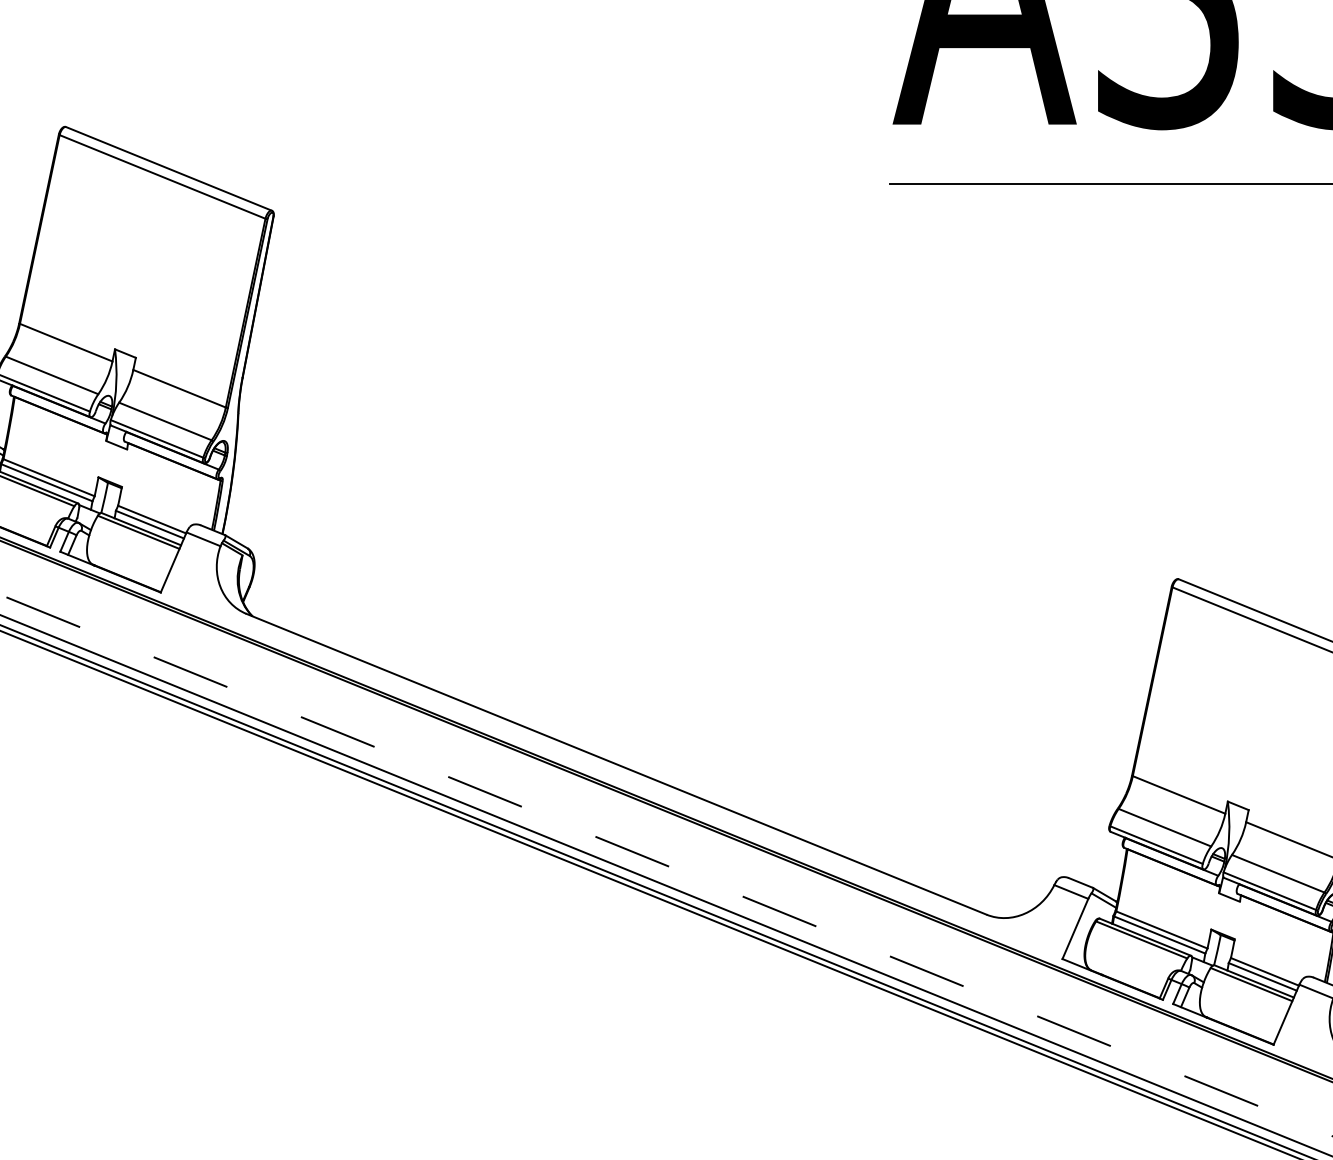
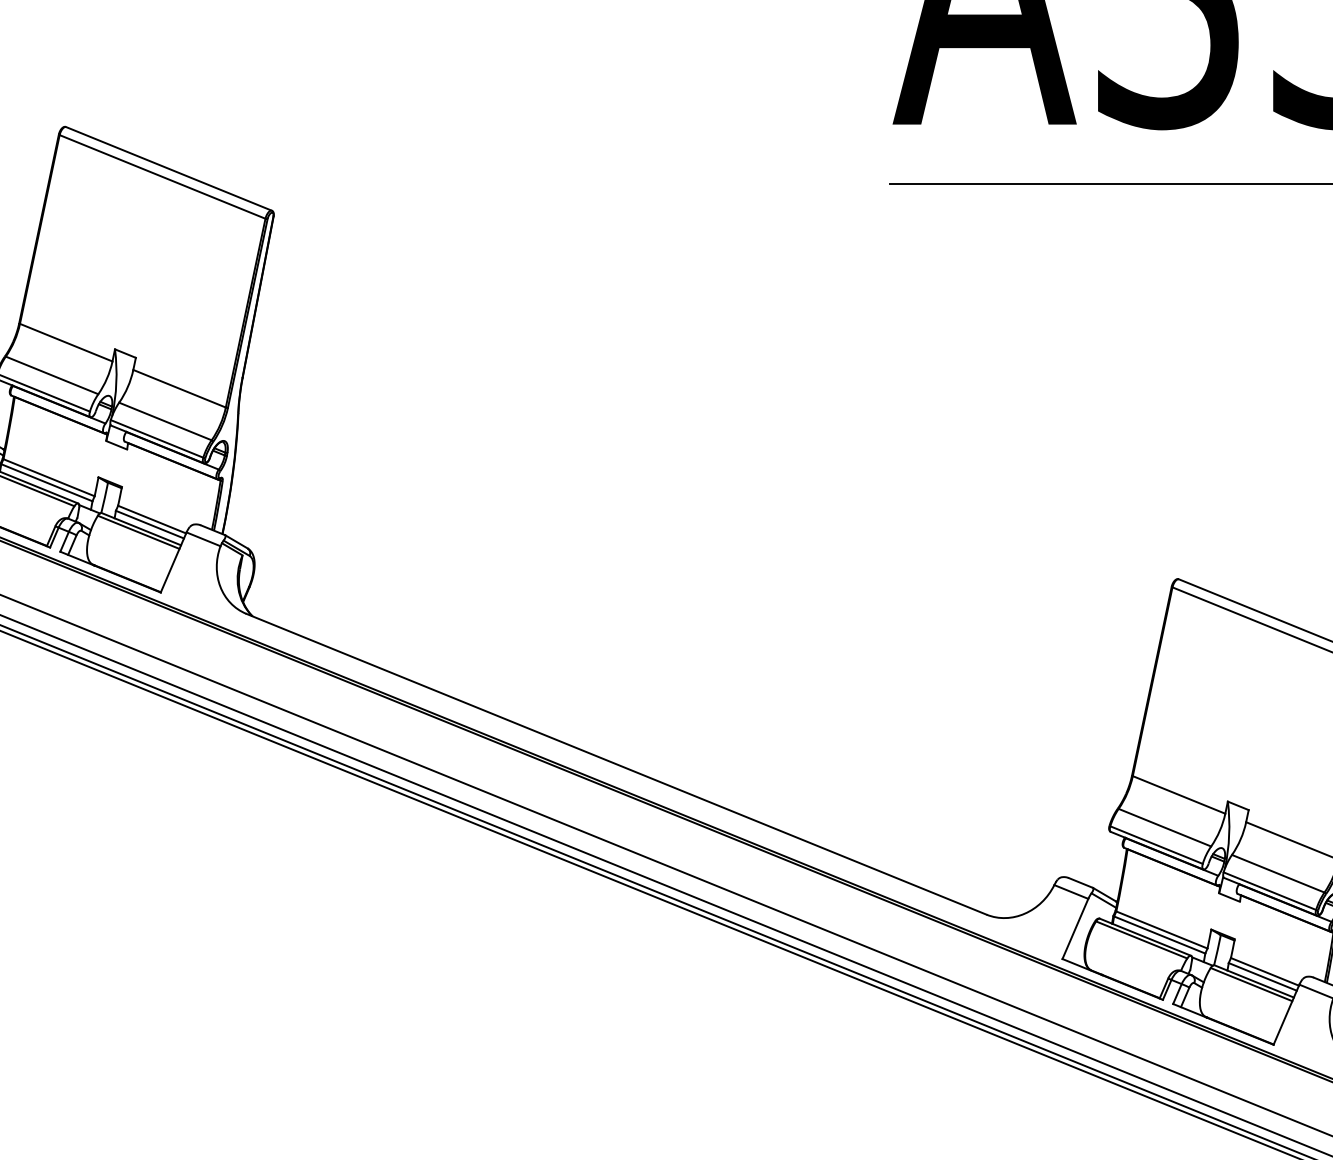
line at (666, 865): dashed -> solid
